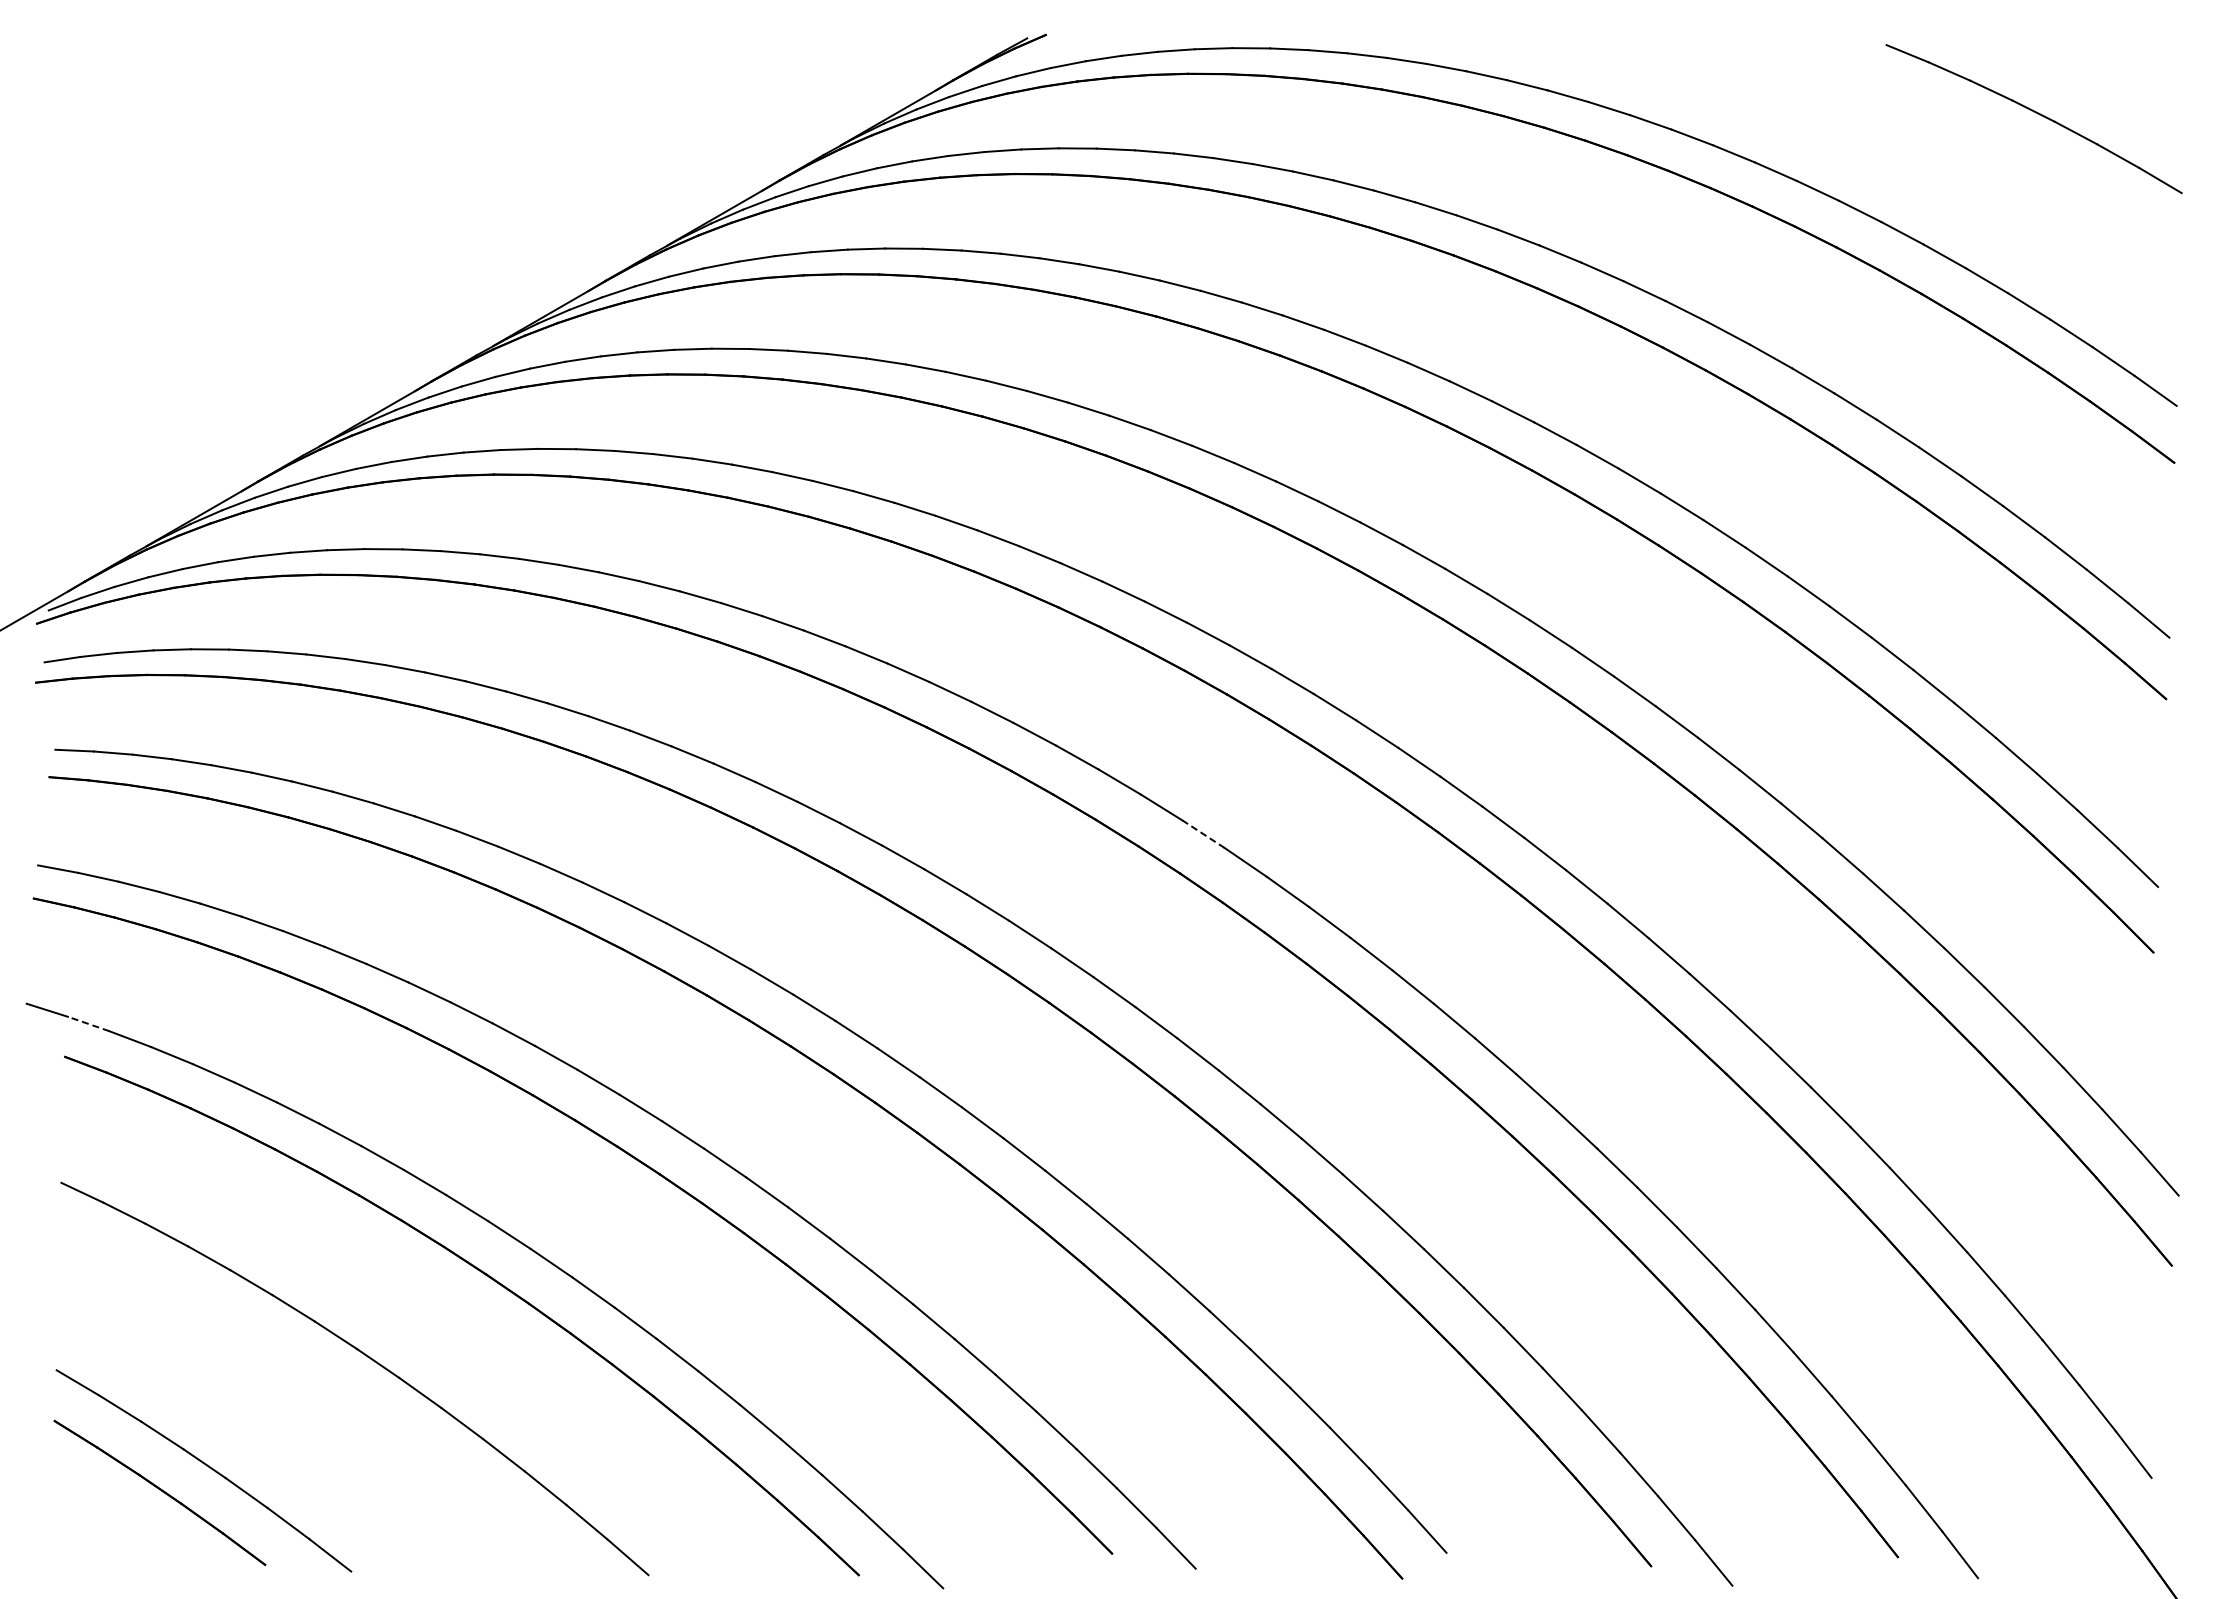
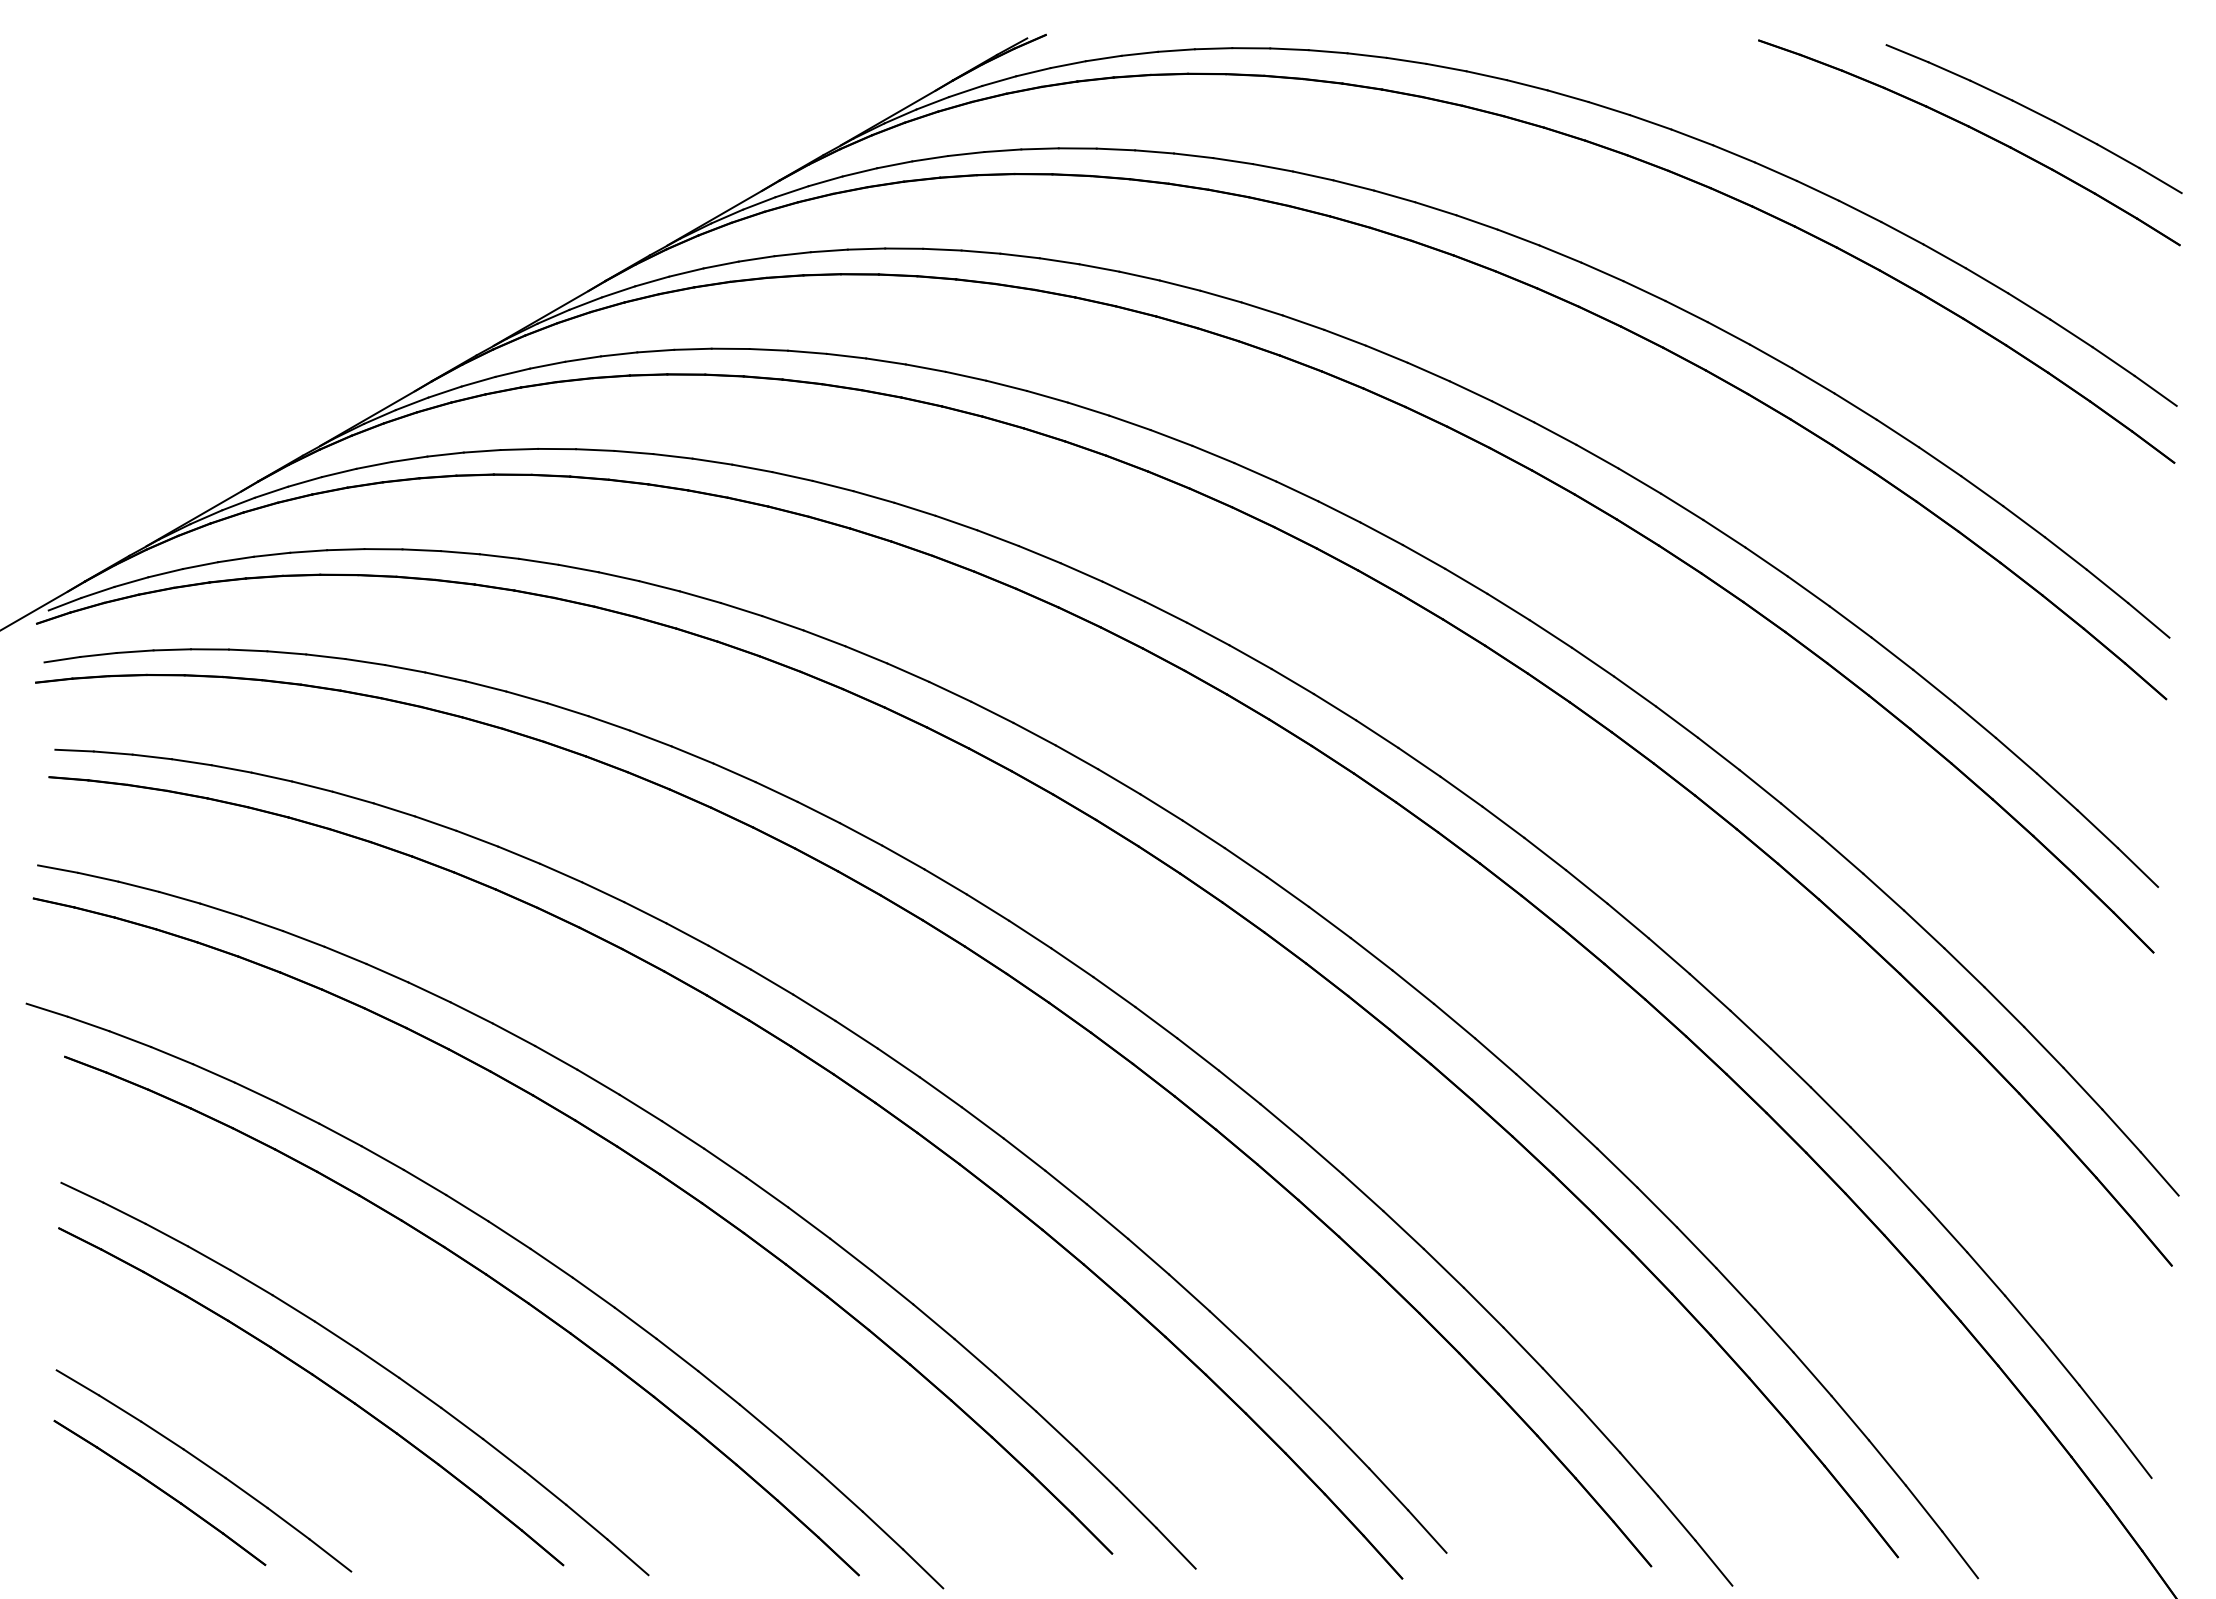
part at (1975, 131): none -> present
line at (1203, 834): dashed -> solid
line at (88, 1024): dashed -> solid
part at (320, 1381): none -> present
